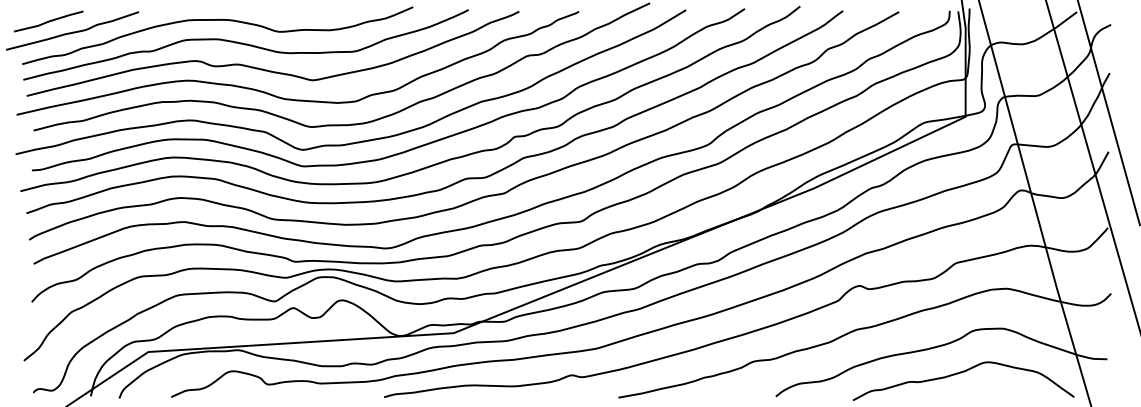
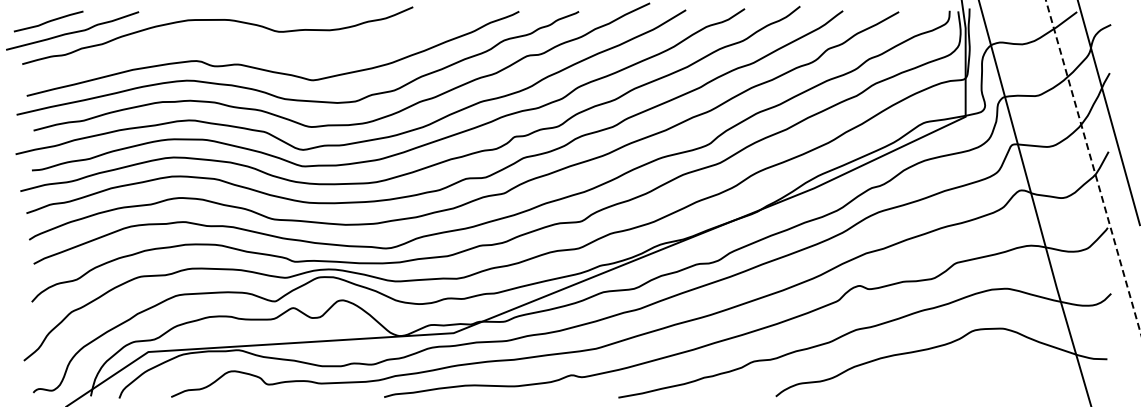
curve at (245, 44): present -> none
line at (1093, 166): solid -> dashed
curve at (961, 373): present -> none
